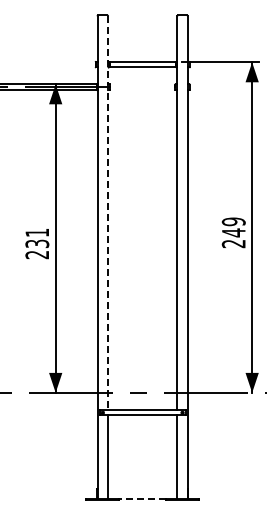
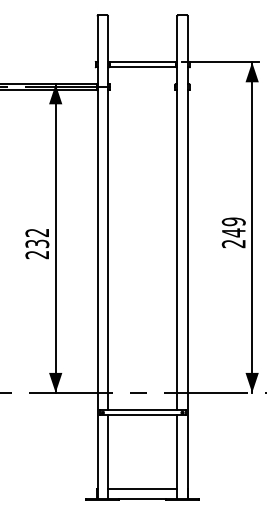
line at (108, 213): dashed -> solid
text at (36, 233): 231 -> 232
line at (142, 488): none -> present
line at (142, 499): dashed -> solid
